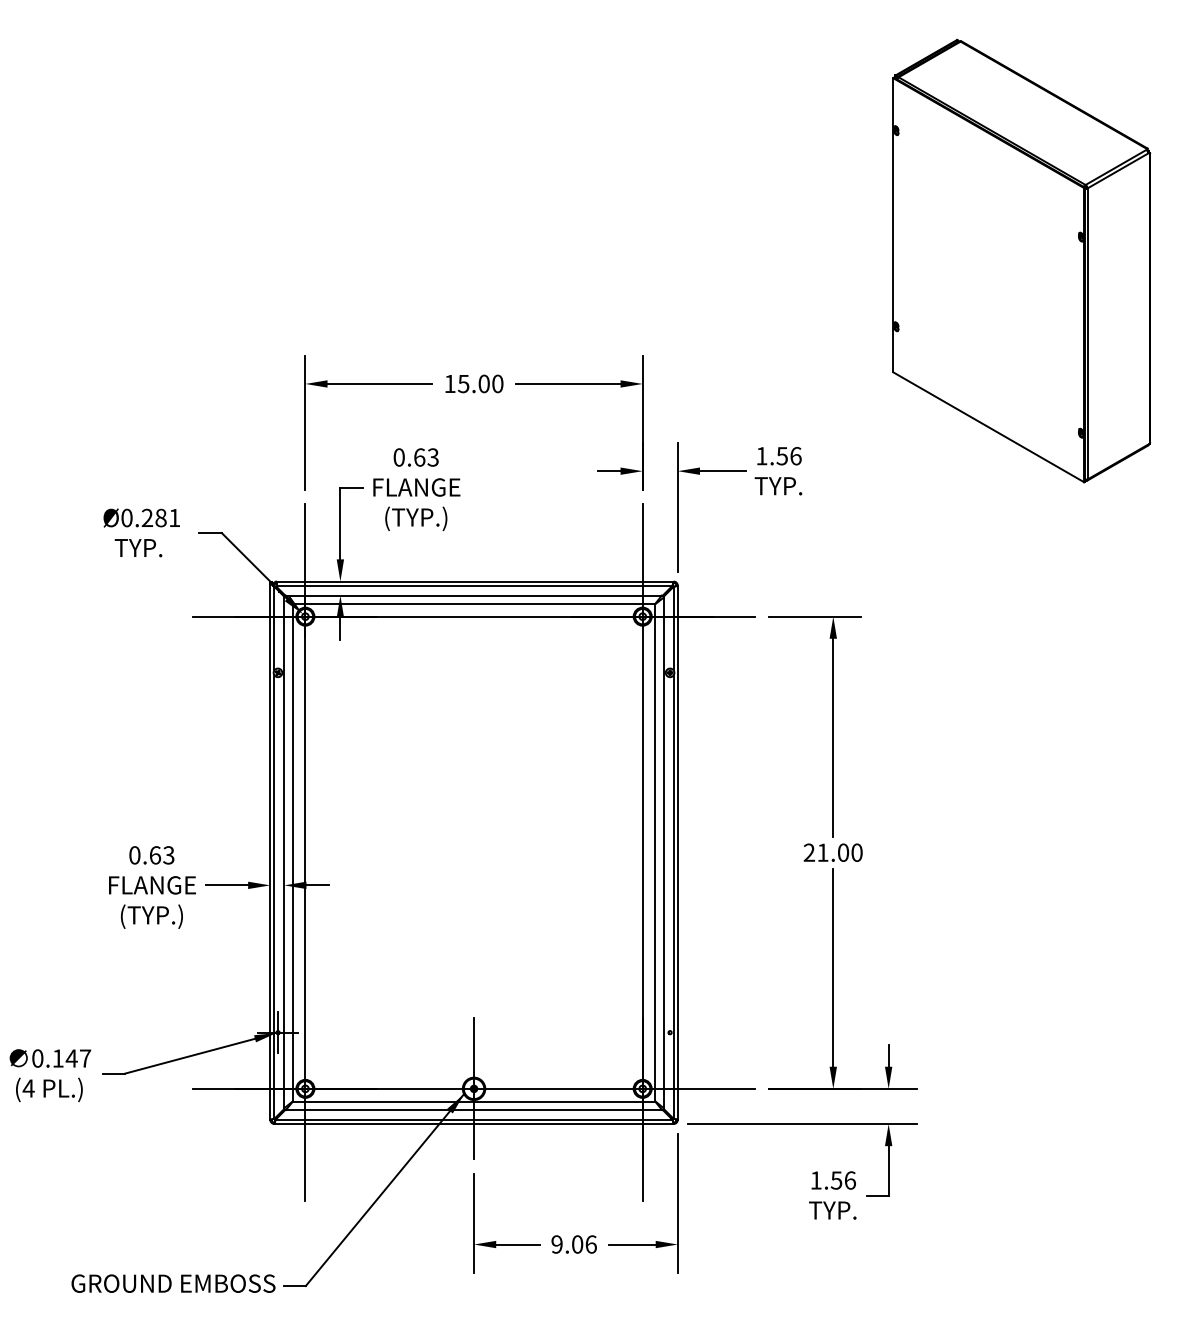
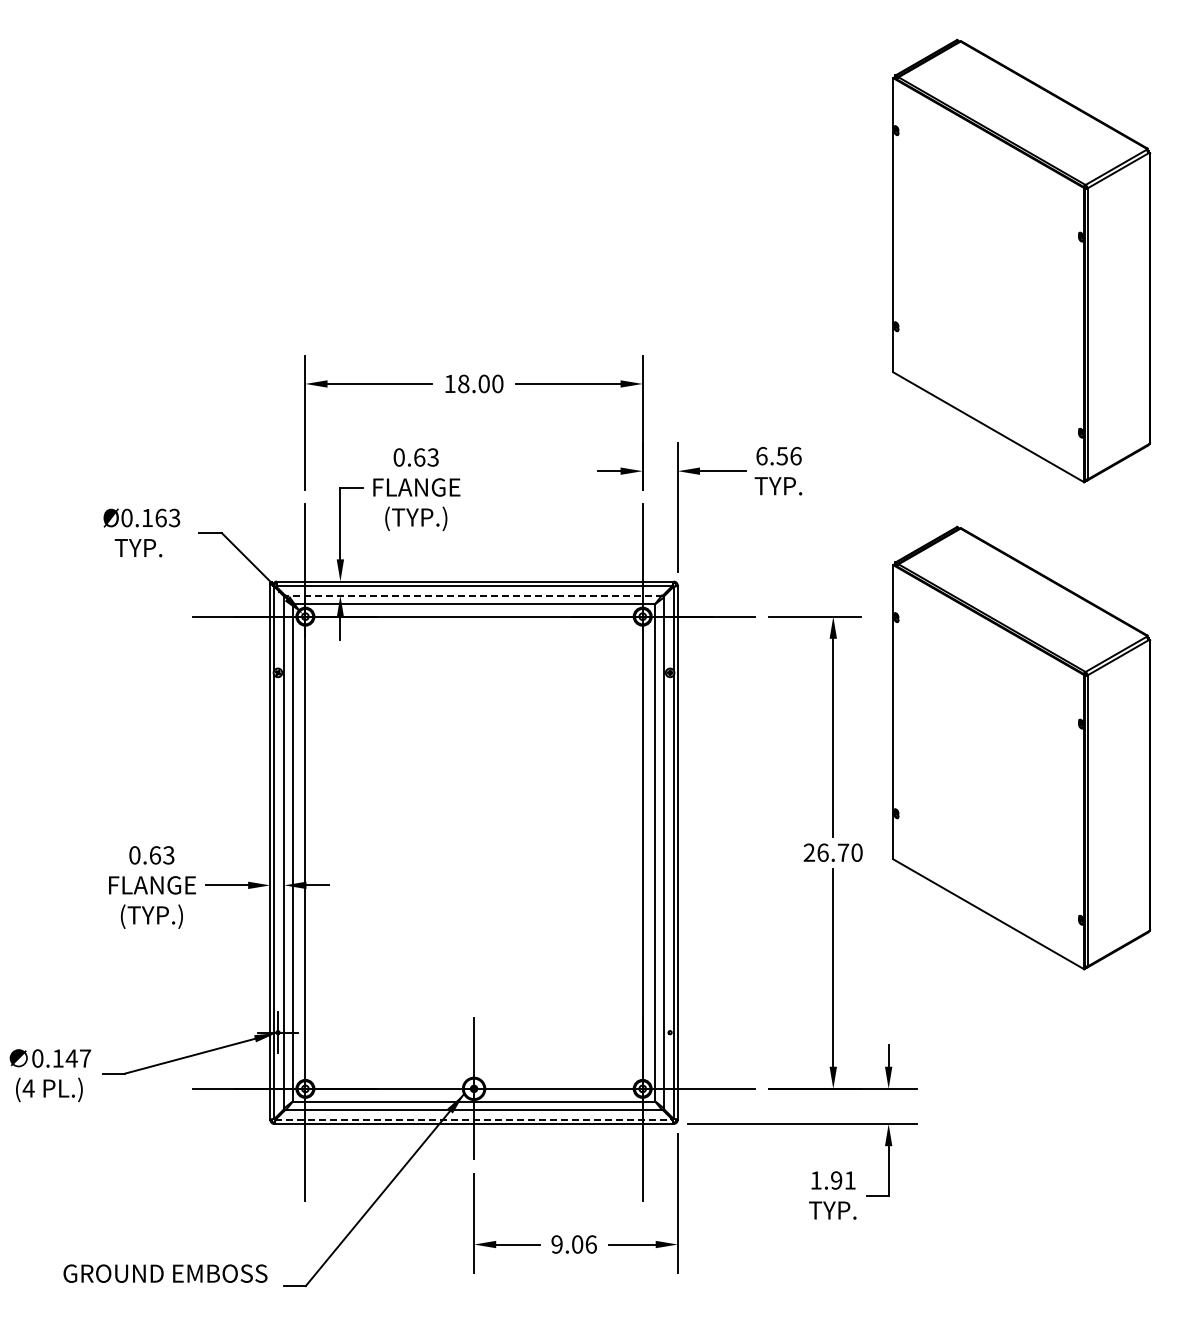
text at (463, 383): 15.00 -> 18.00
text at (761, 456): 1.56 -> 6.56
text at (160, 517): Ø0.281 -> Ø0.163
line at (474, 595): solid -> dashed
part at (1021, 747): none -> present
text at (833, 852): 21.00 -> 26.70
line at (474, 1119): solid -> dashed
text at (842, 1180): 1.56 -> 1.91
text at (173, 1283) position: (173, 1283) -> (165, 1273)
